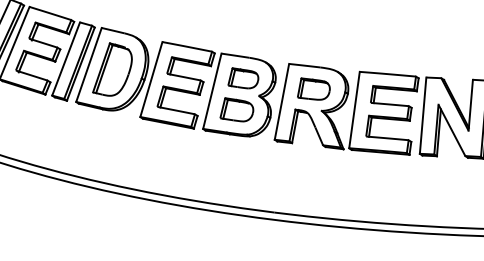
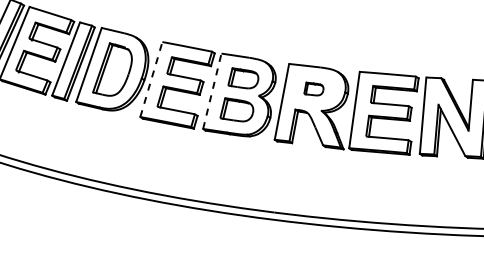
line at (151, 79): solid -> dashed
part at (313, 88) size: 34x24 px -> 22x16 px
line at (212, 91): solid -> dashed
